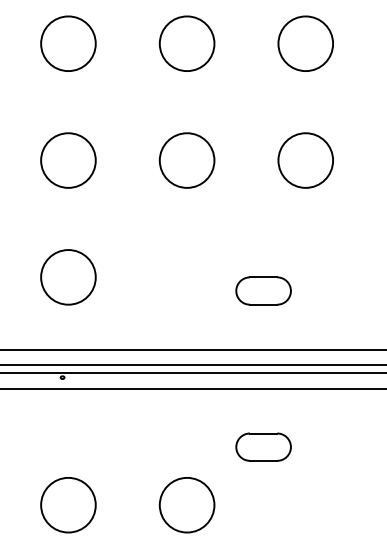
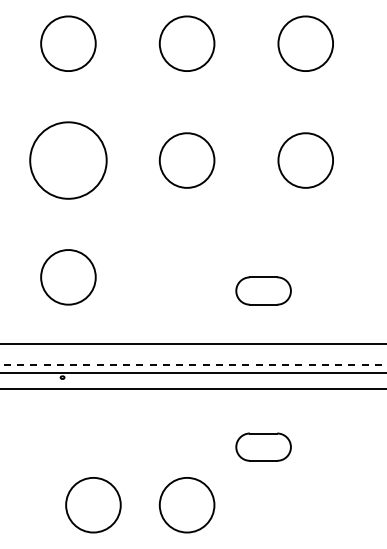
circle at (68, 160) diameter: 55 px -> 77 px
line at (192, 349) position: (192, 349) -> (192, 343)
line at (193, 365): solid -> dashed
circle at (68, 505) position: (68, 505) -> (93, 505)
